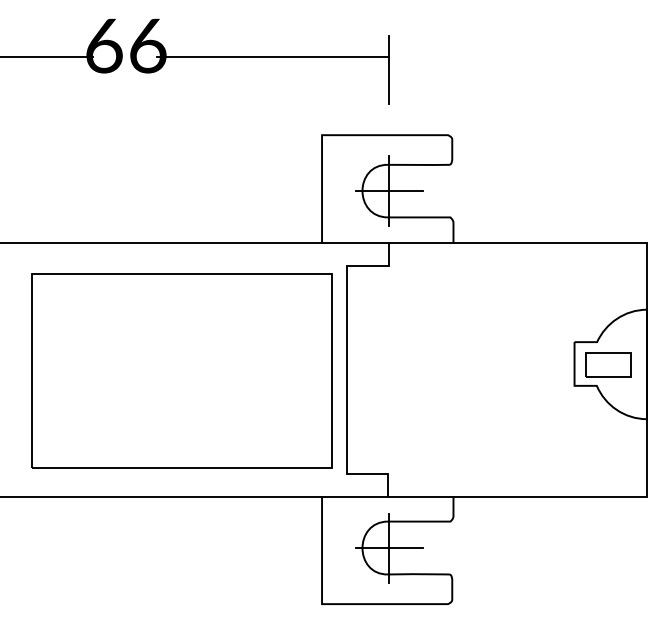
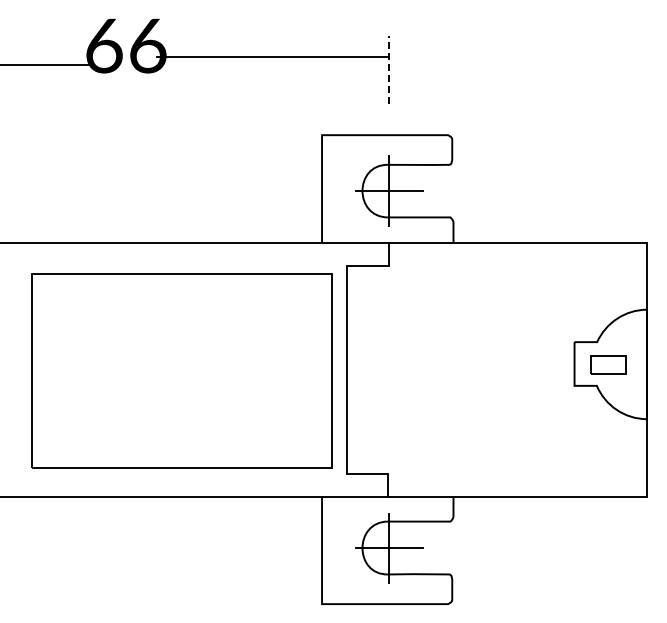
line at (47, 56) position: (47, 56) -> (47, 64)
line at (388, 69): solid -> dashed
part at (608, 364) size: 47x26 px -> 37x20 px
